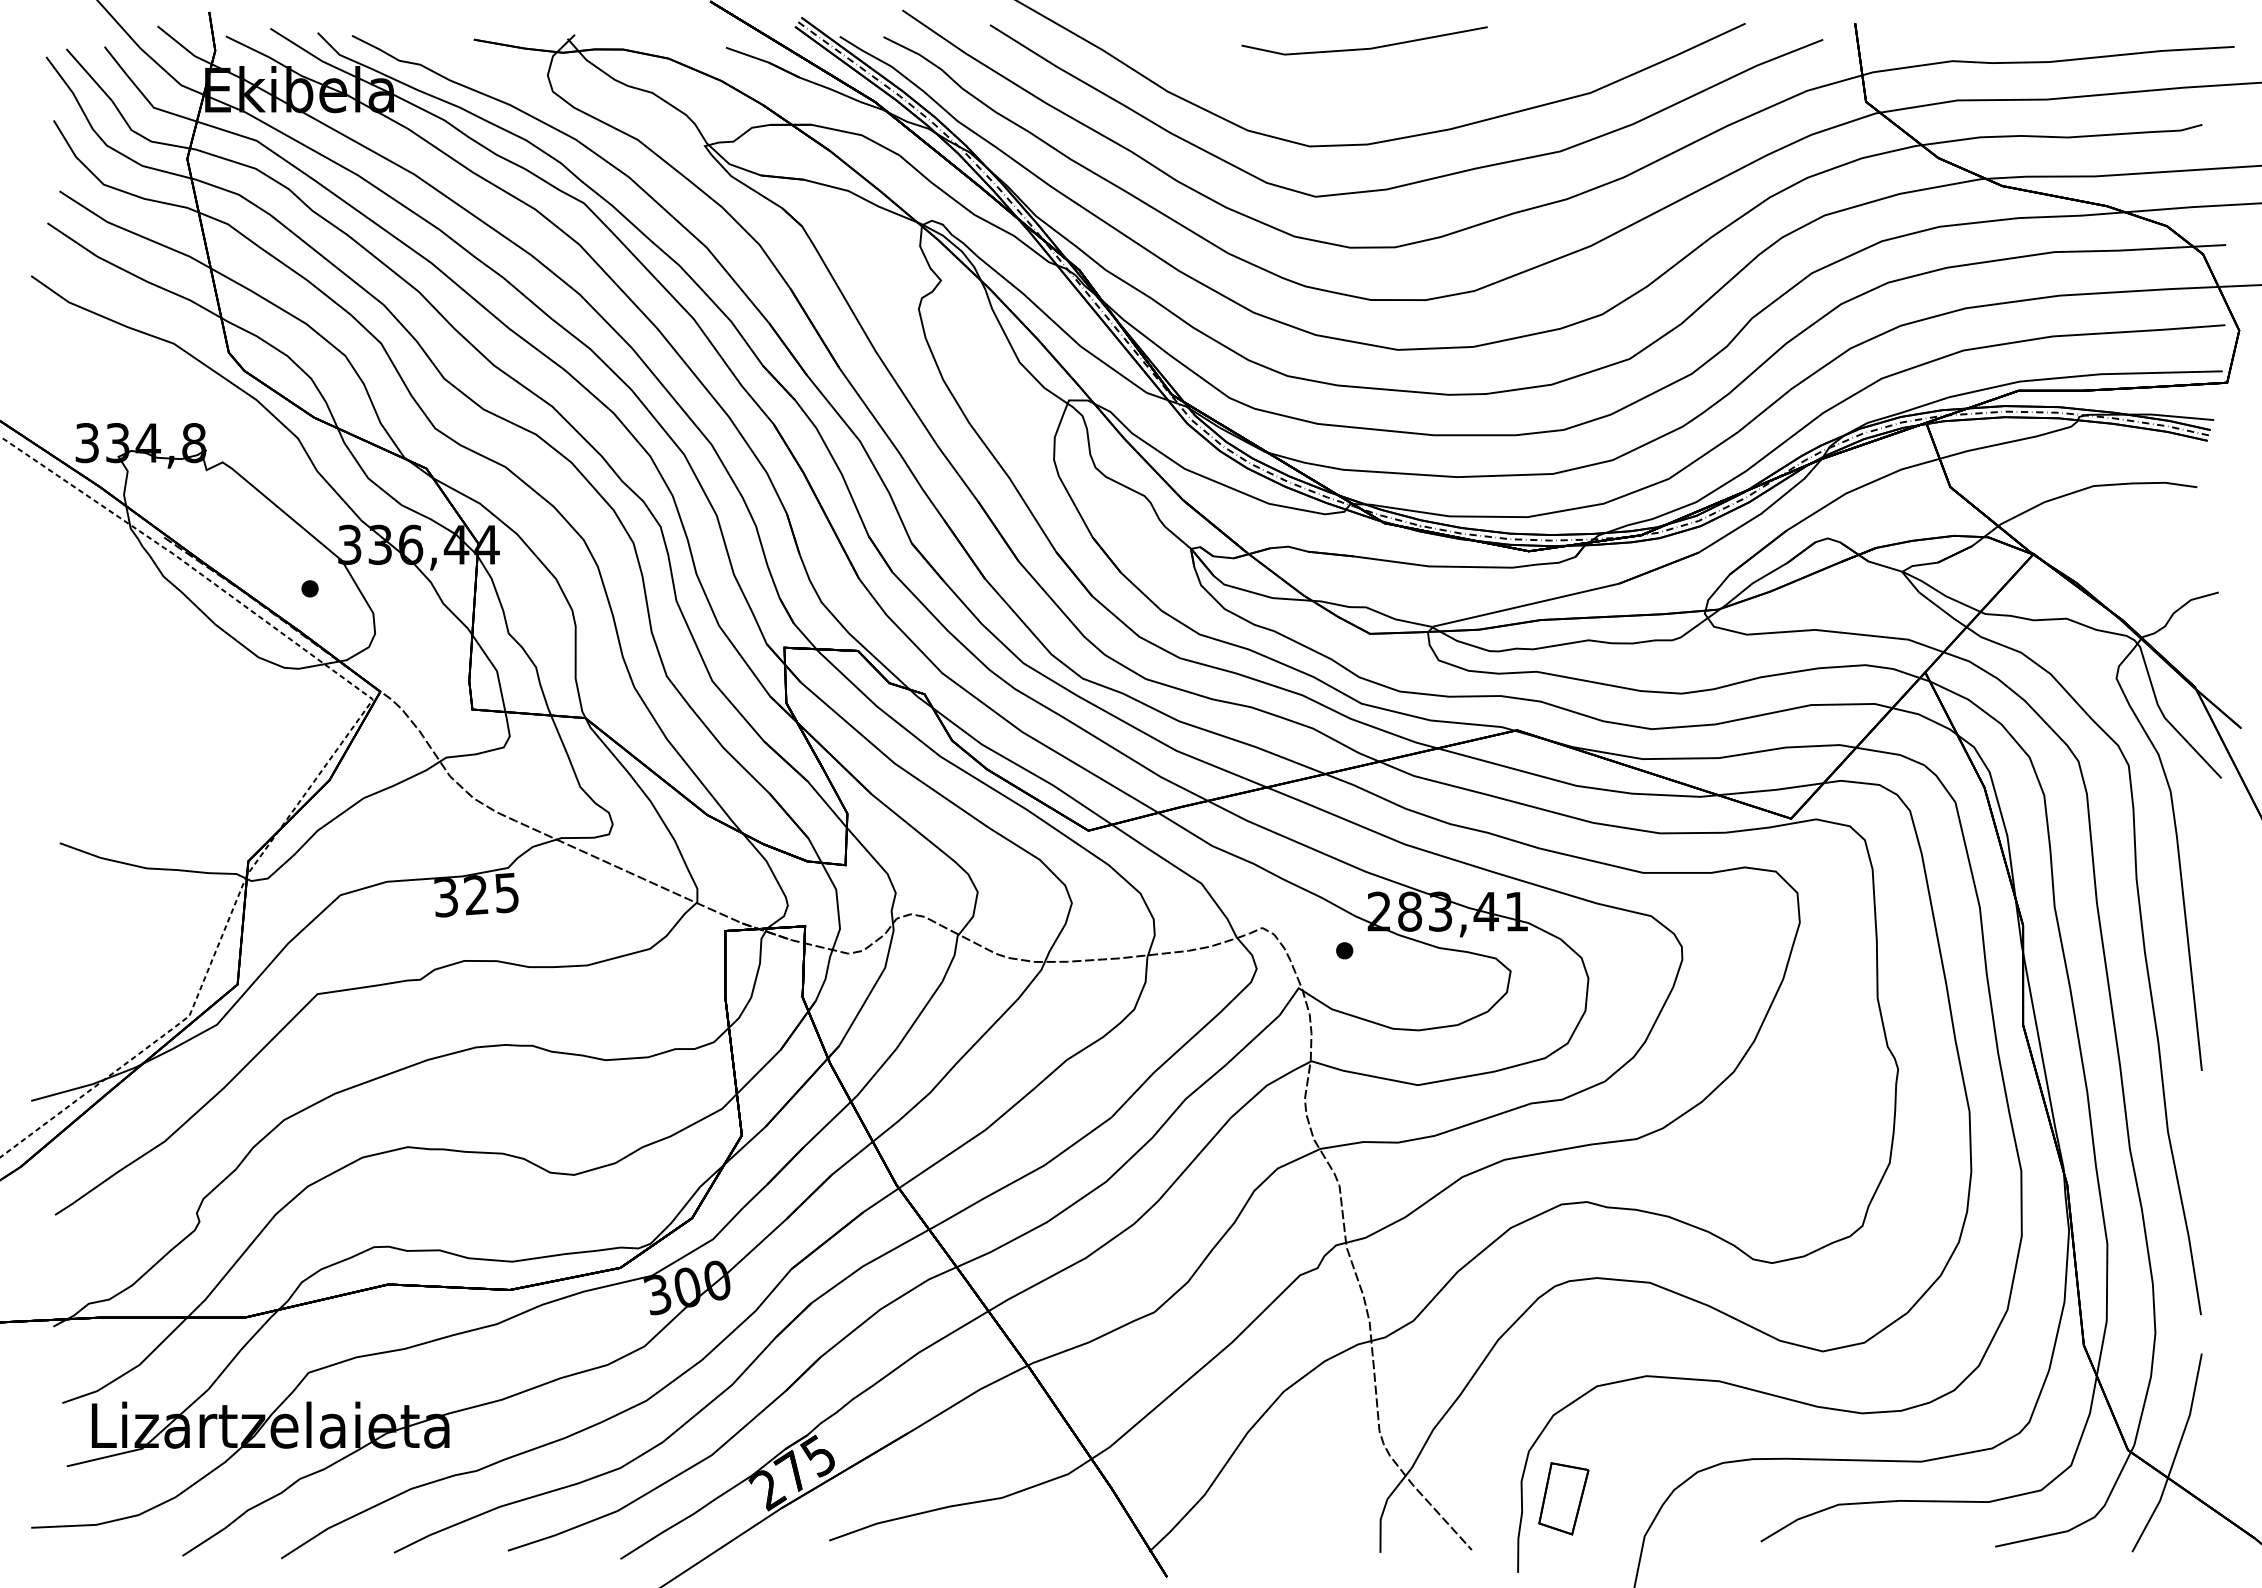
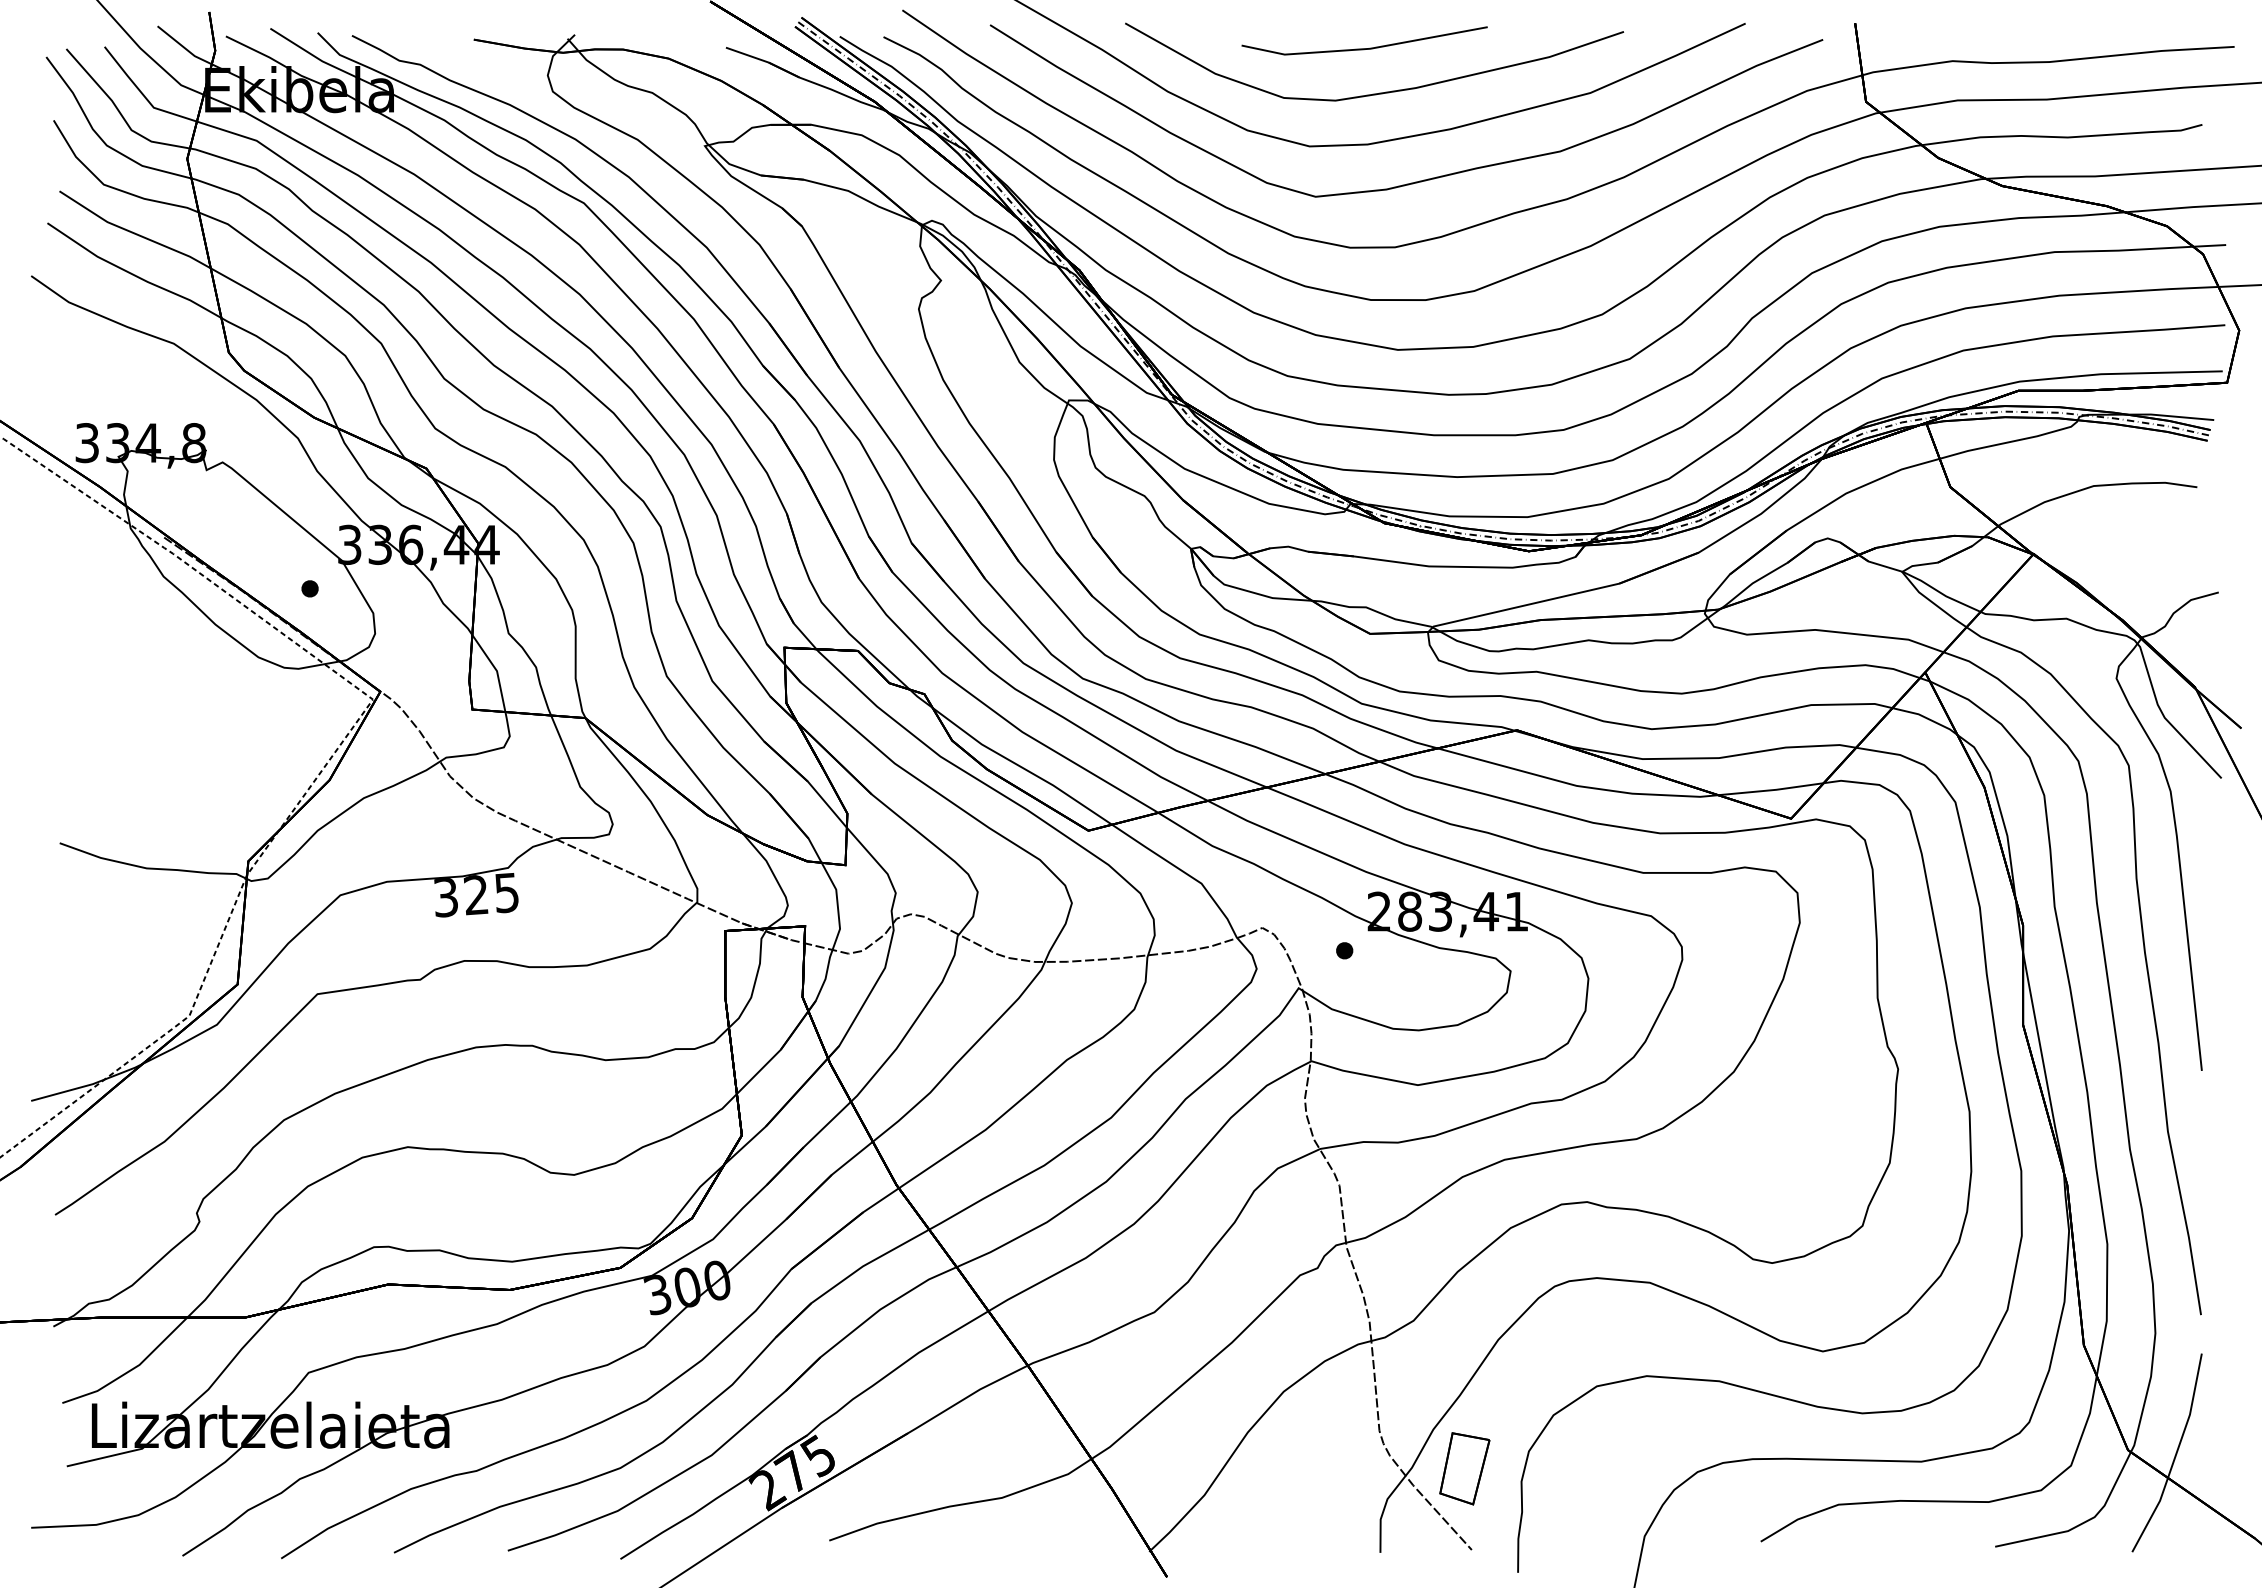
curve at (1379, 92): none -> present
part at (1563, 1498) position: (1563, 1498) -> (1464, 1468)
